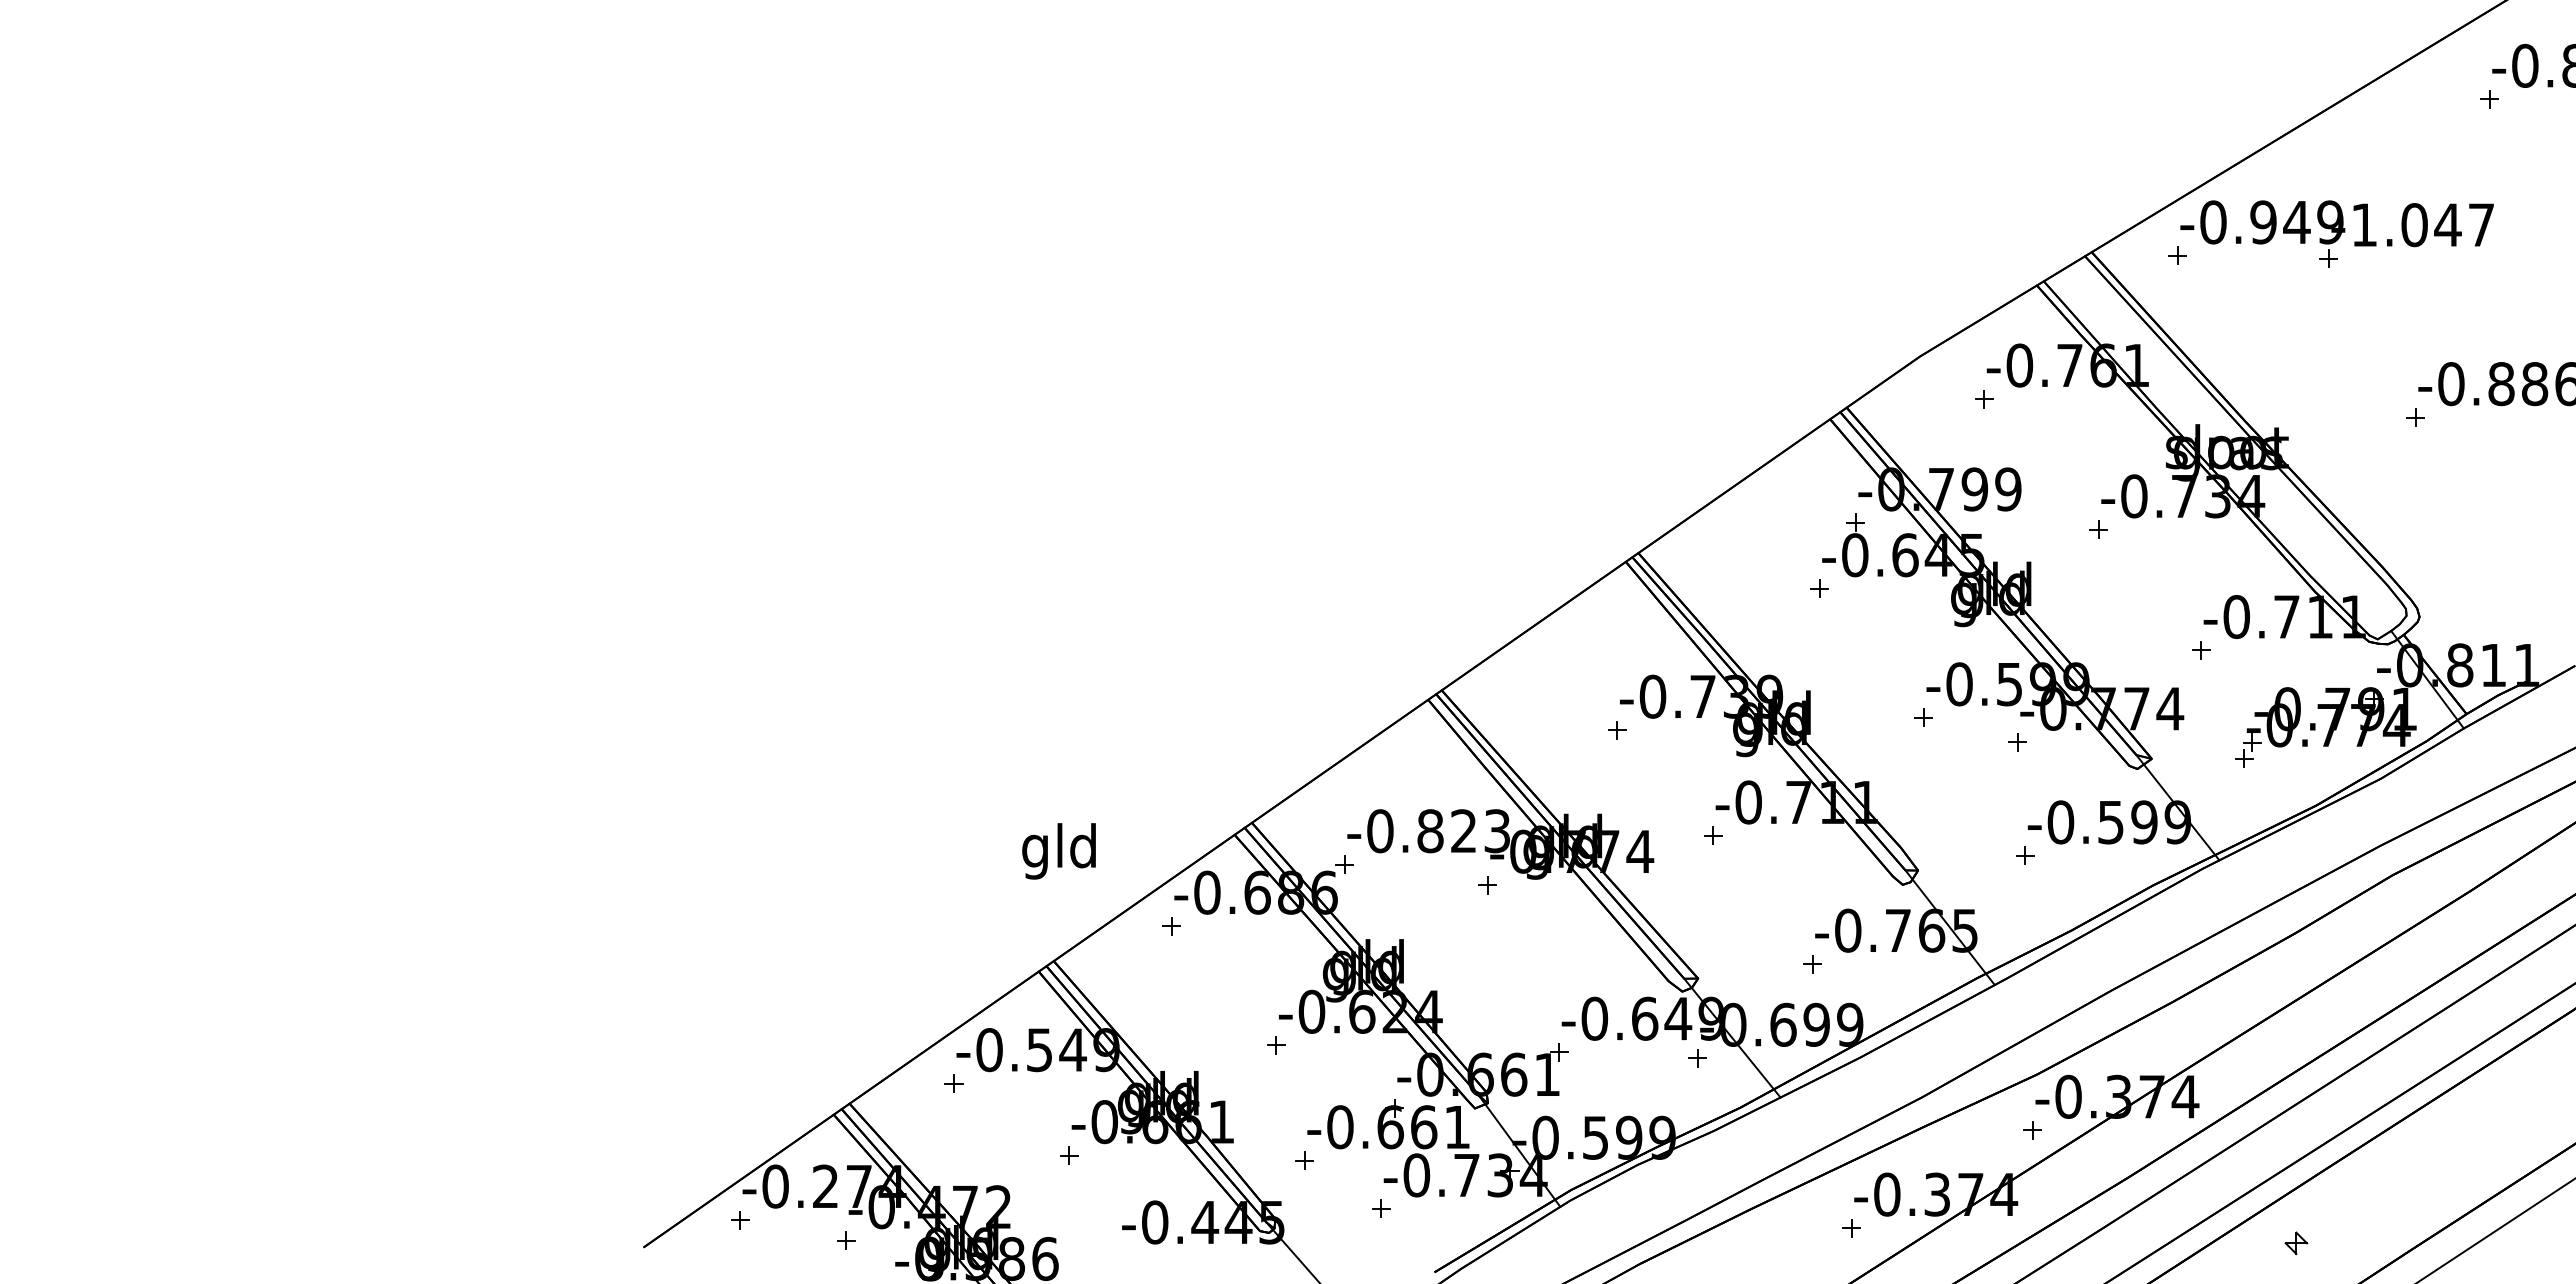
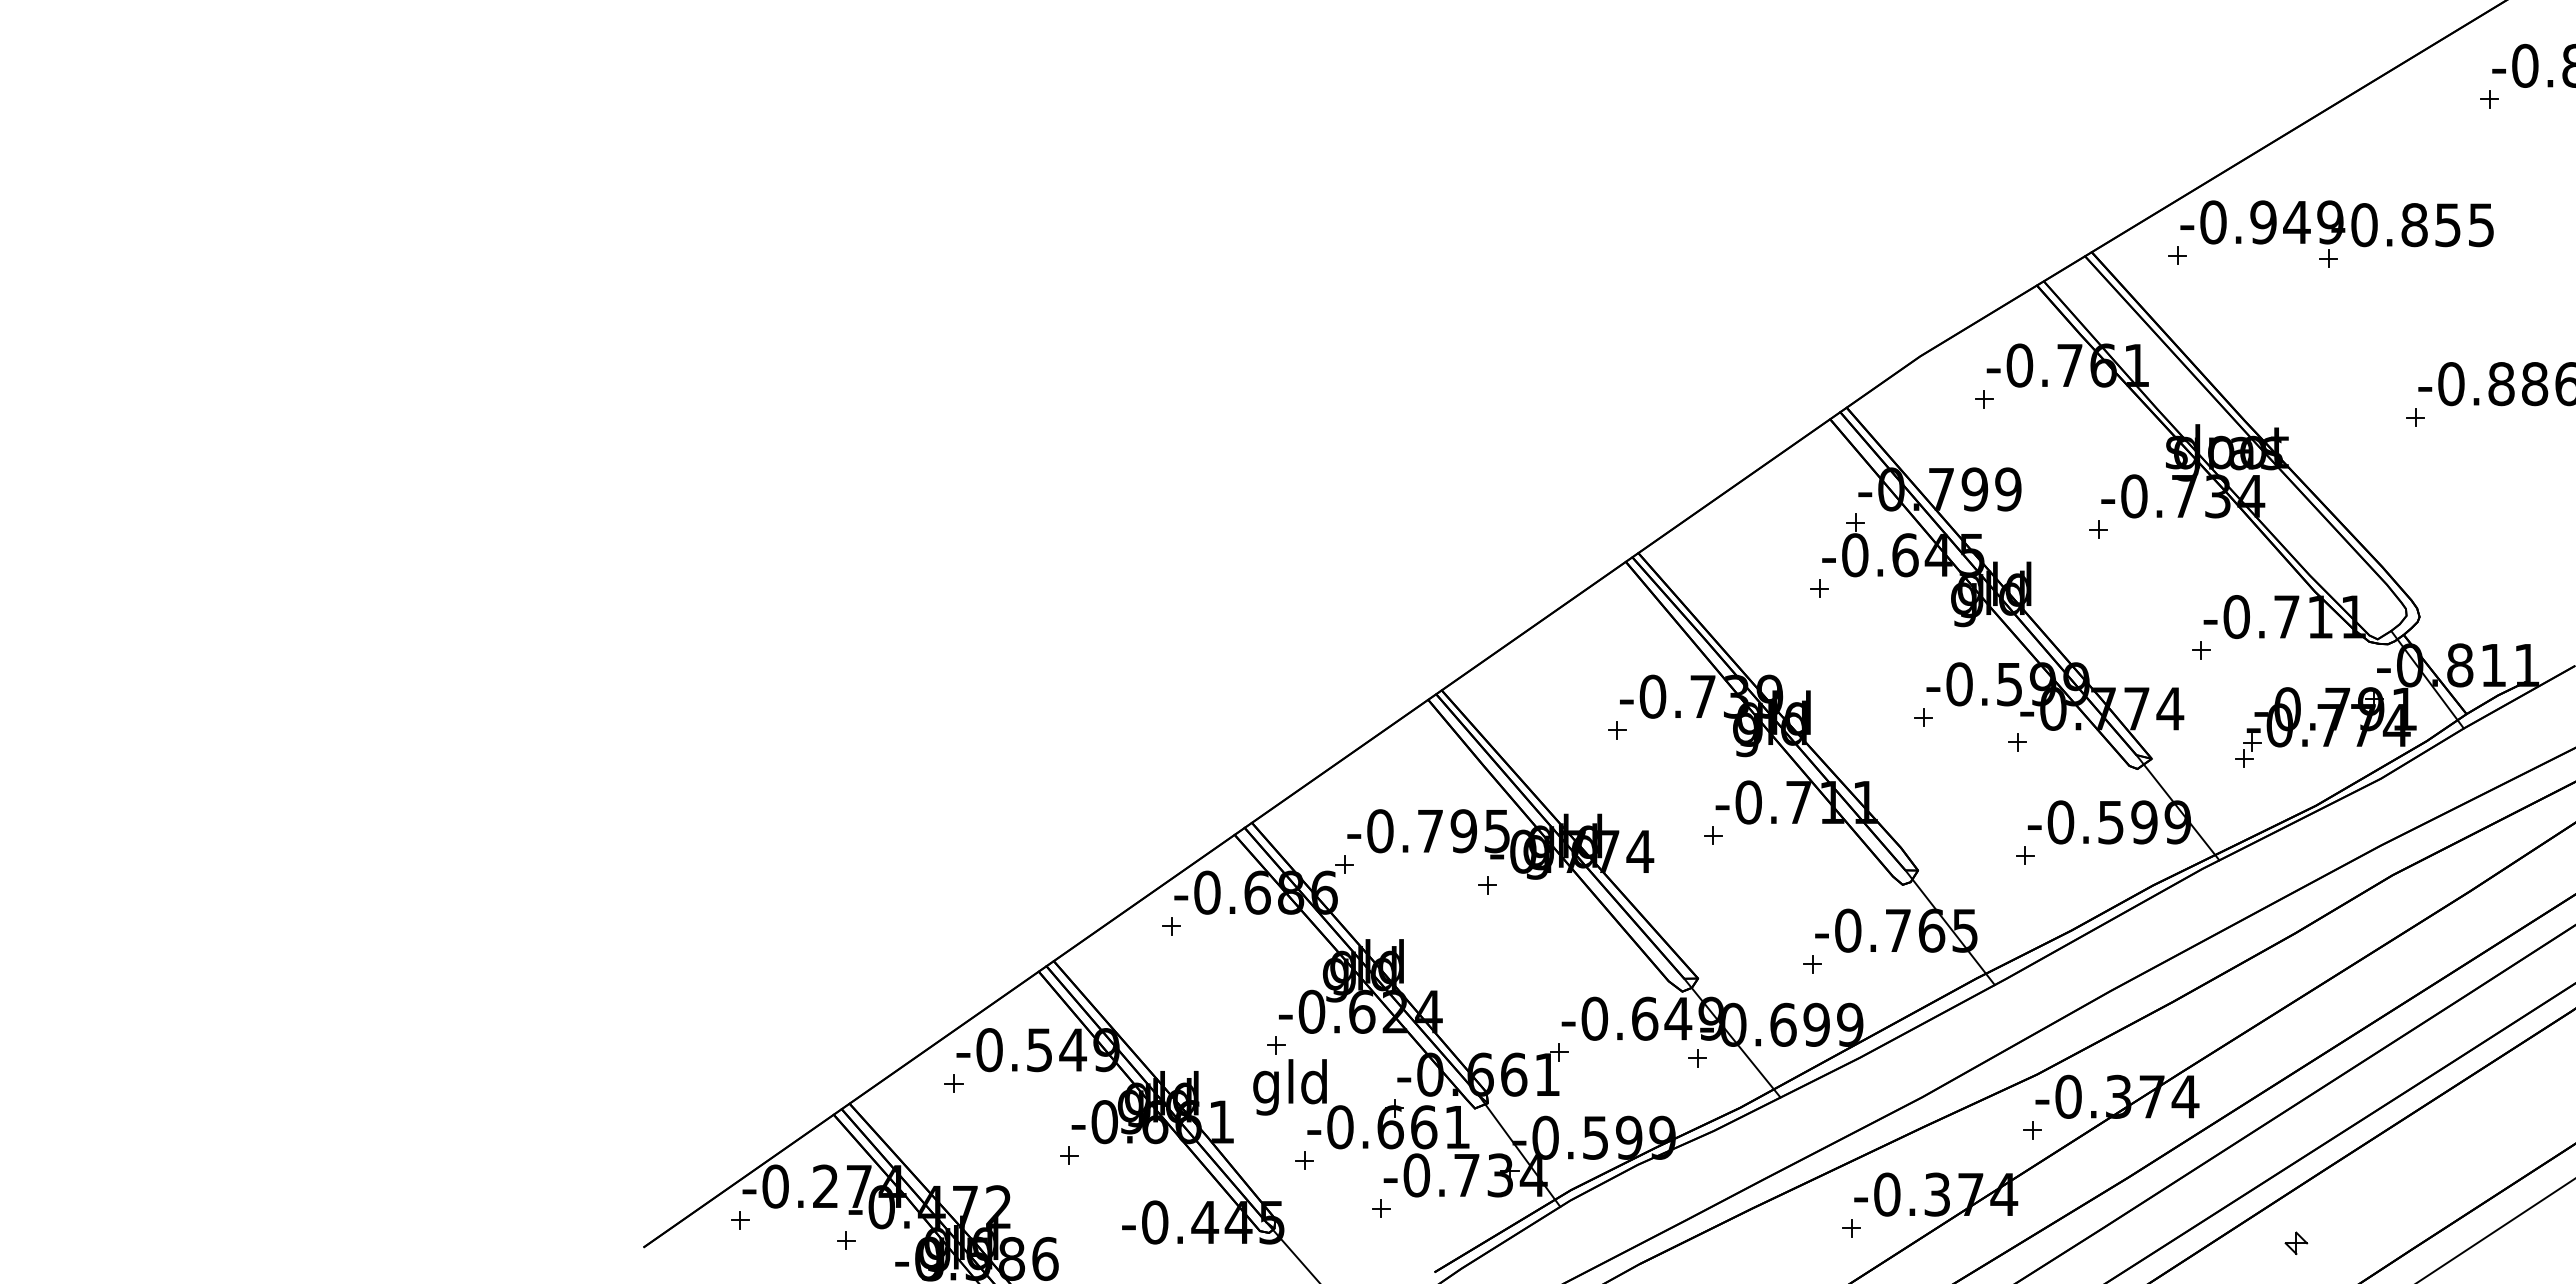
text at (2422, 225): -1.047 -> -0.855
text at (1463, 831): -0.823 -> -0.795
text at (1058, 851) position: (1058, 851) -> (1289, 1087)
